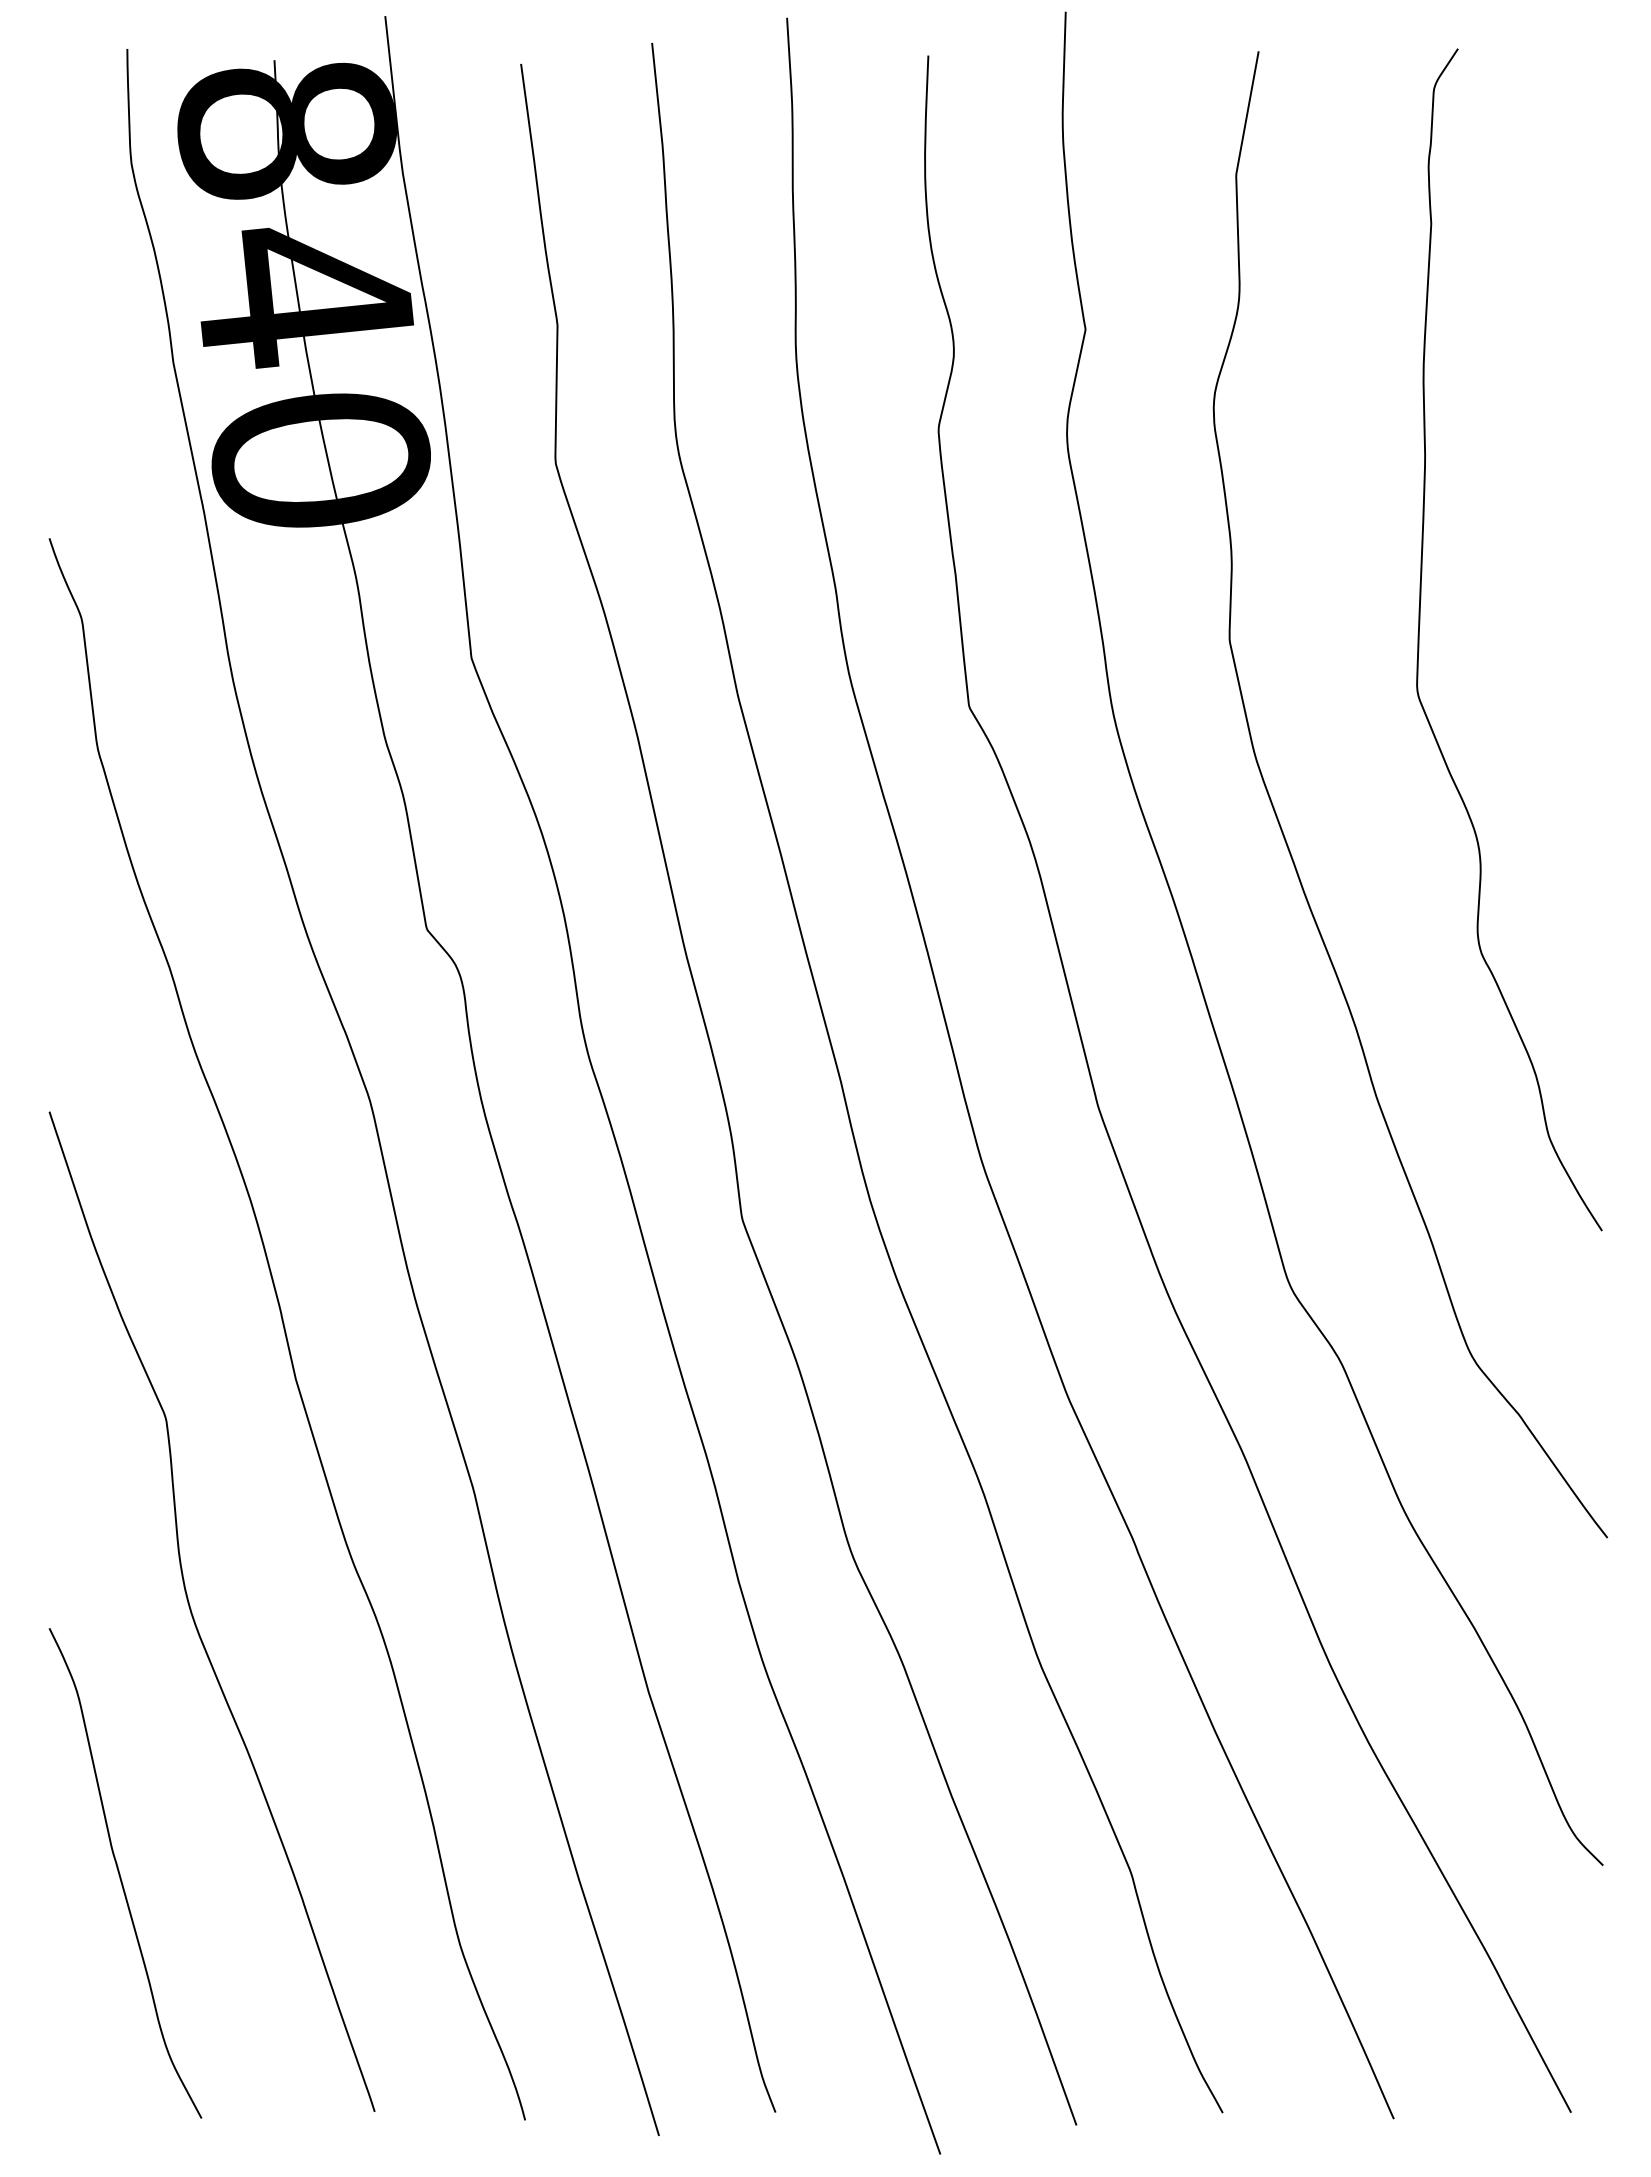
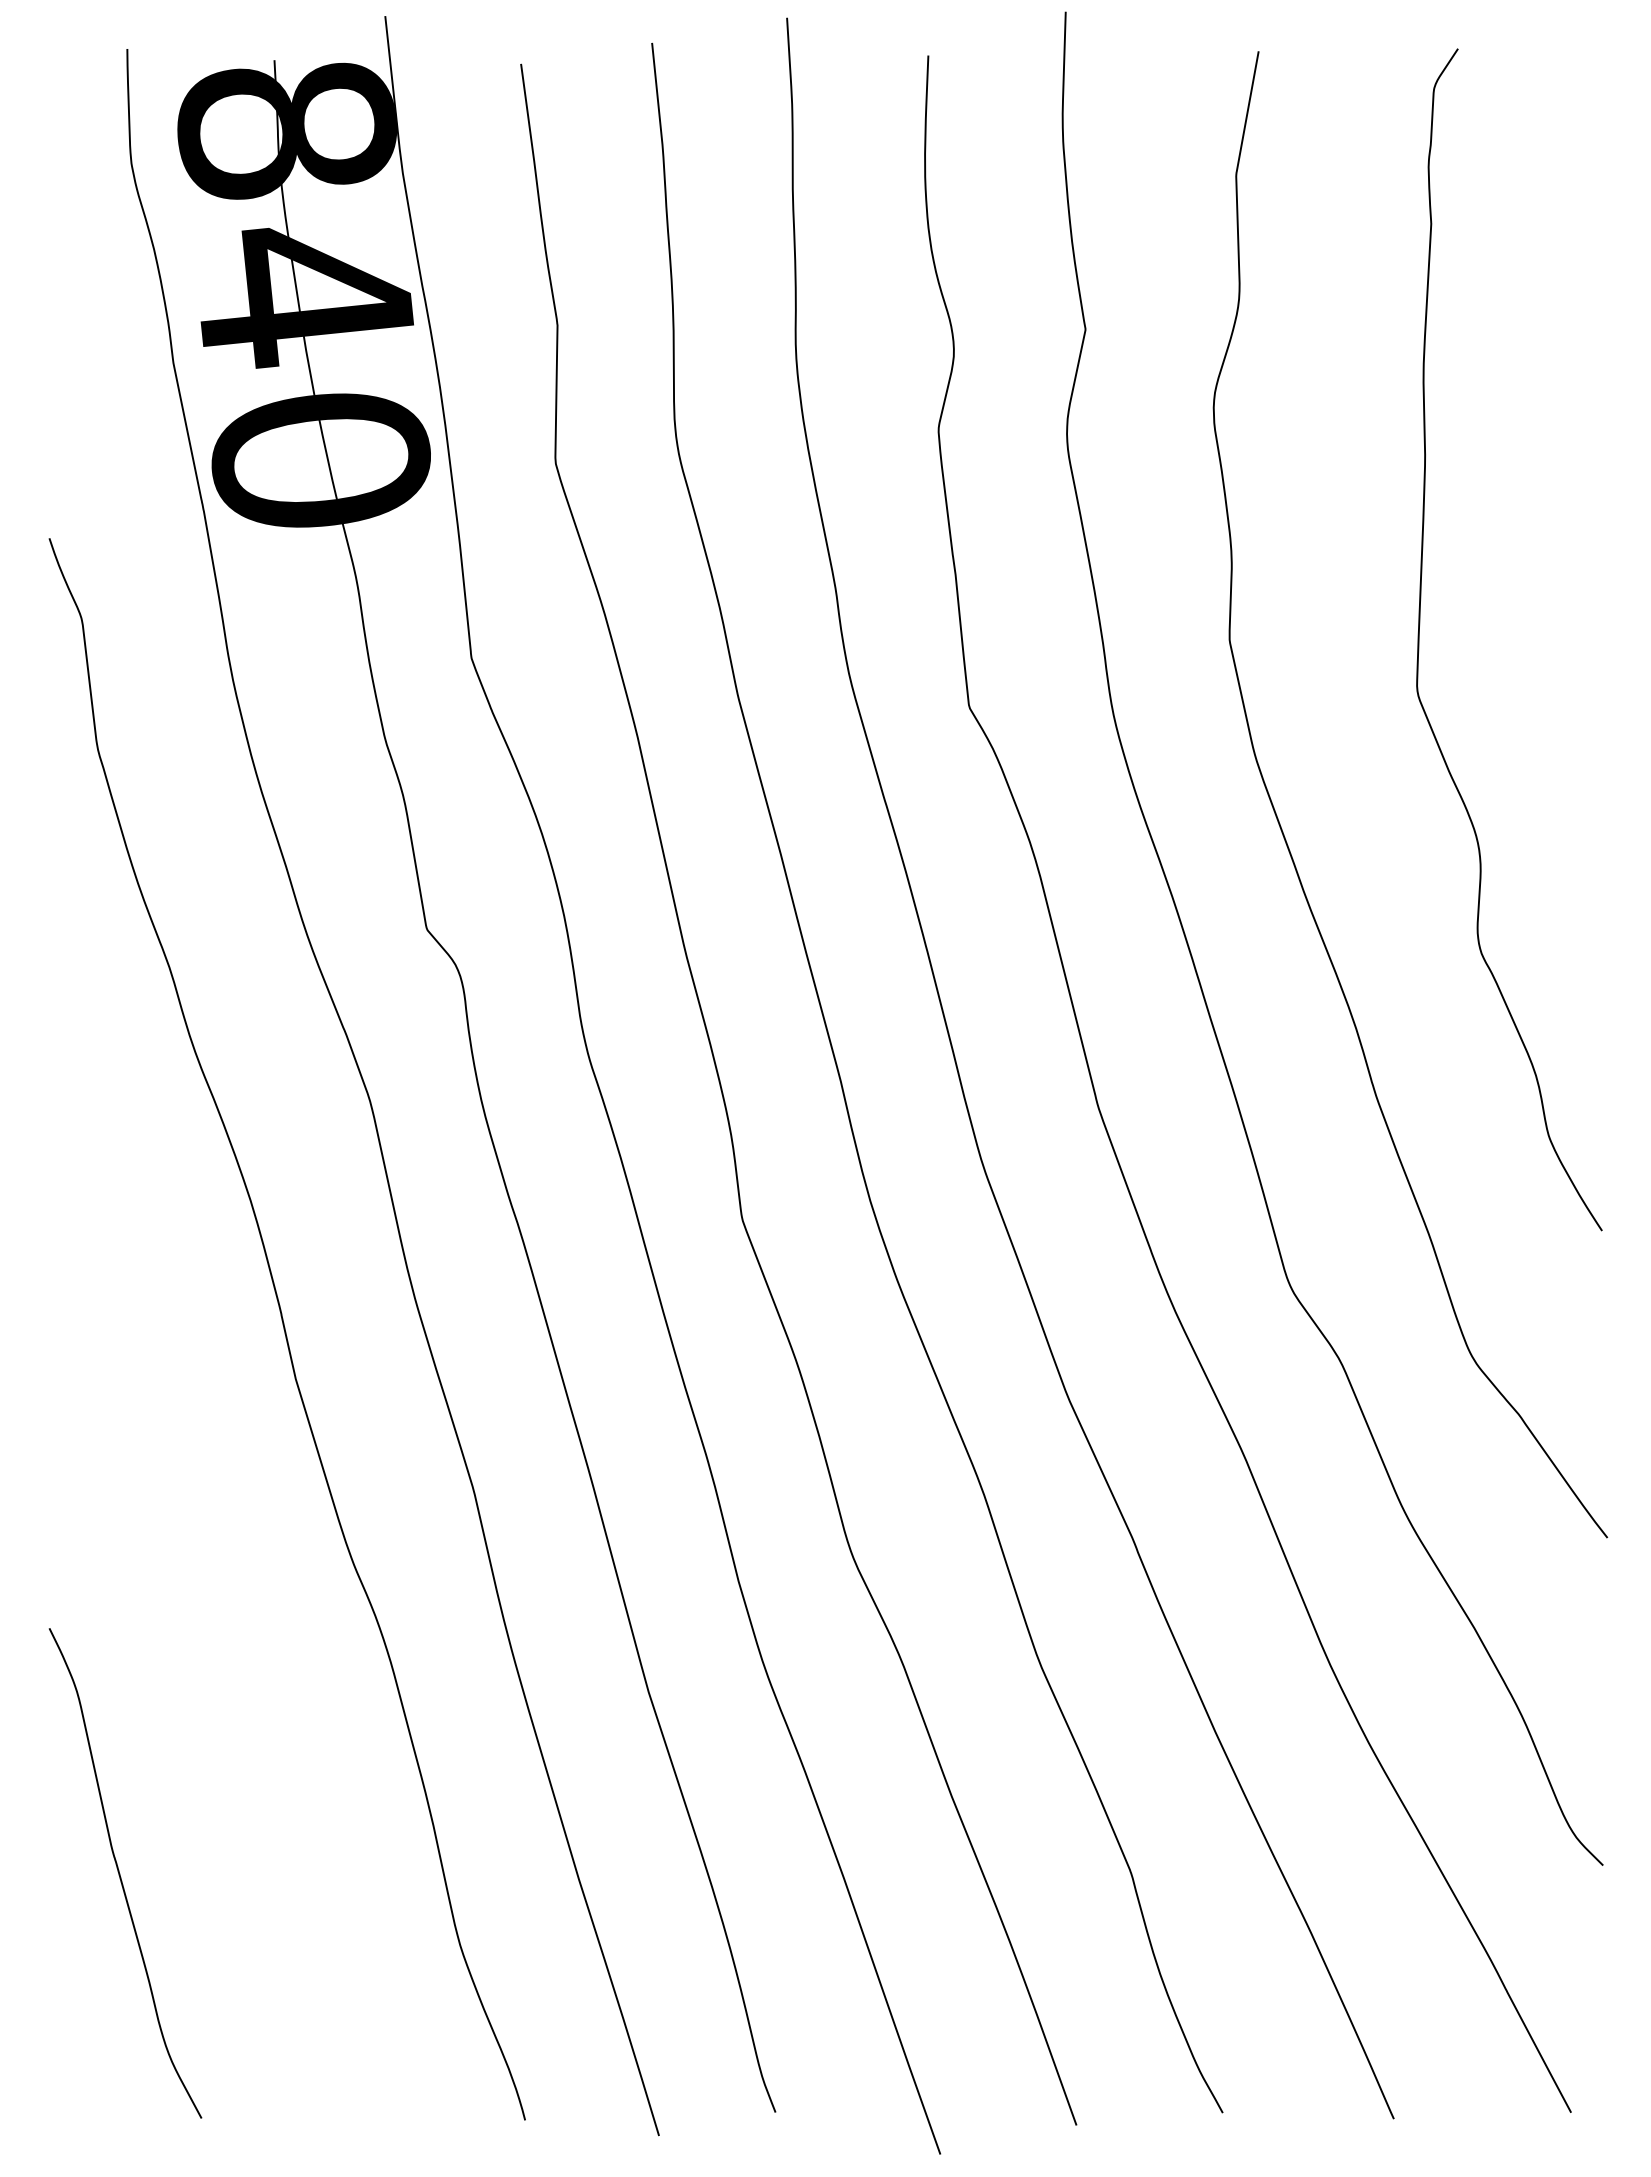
curve at (194, 1618): present -> none
